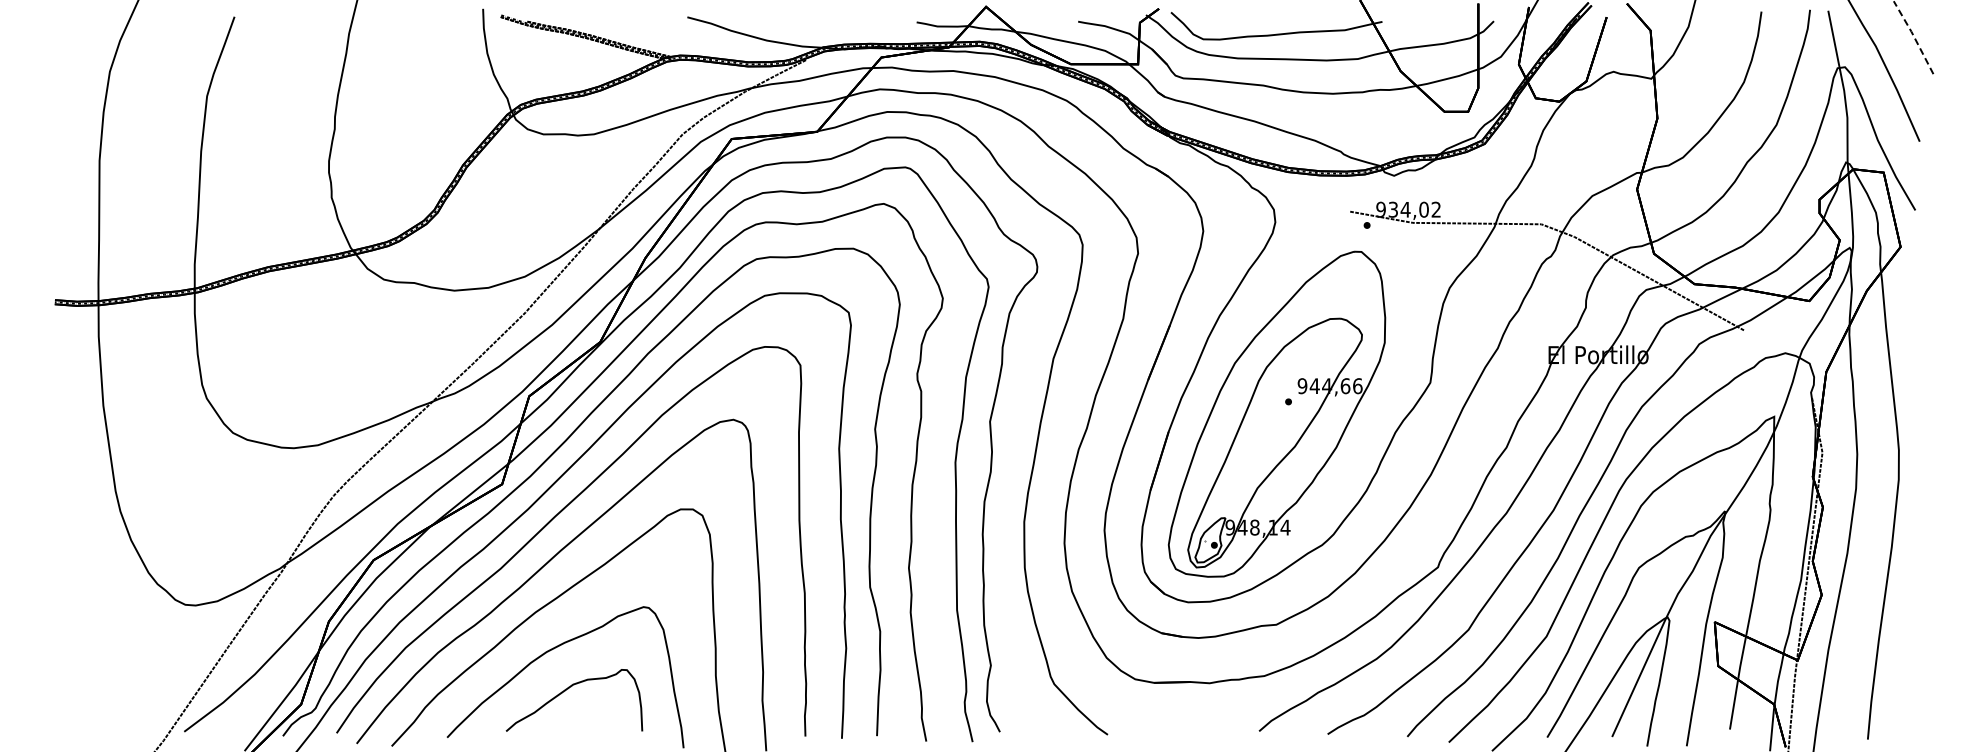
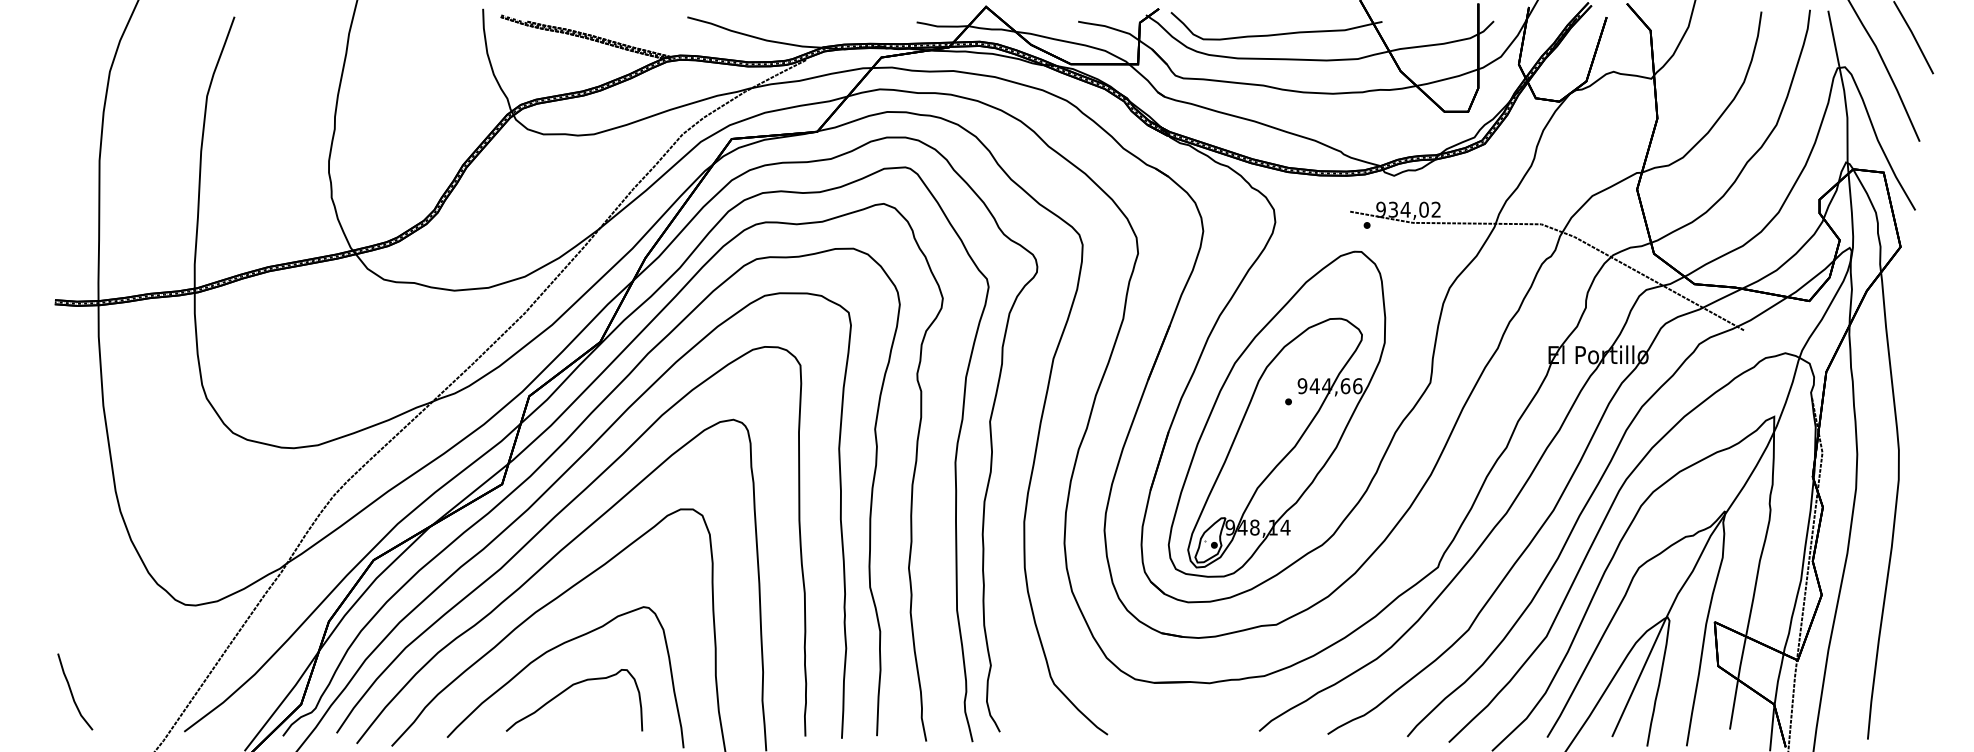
line at (1913, 36): dashed -> solid
curve at (72, 692): none -> present
